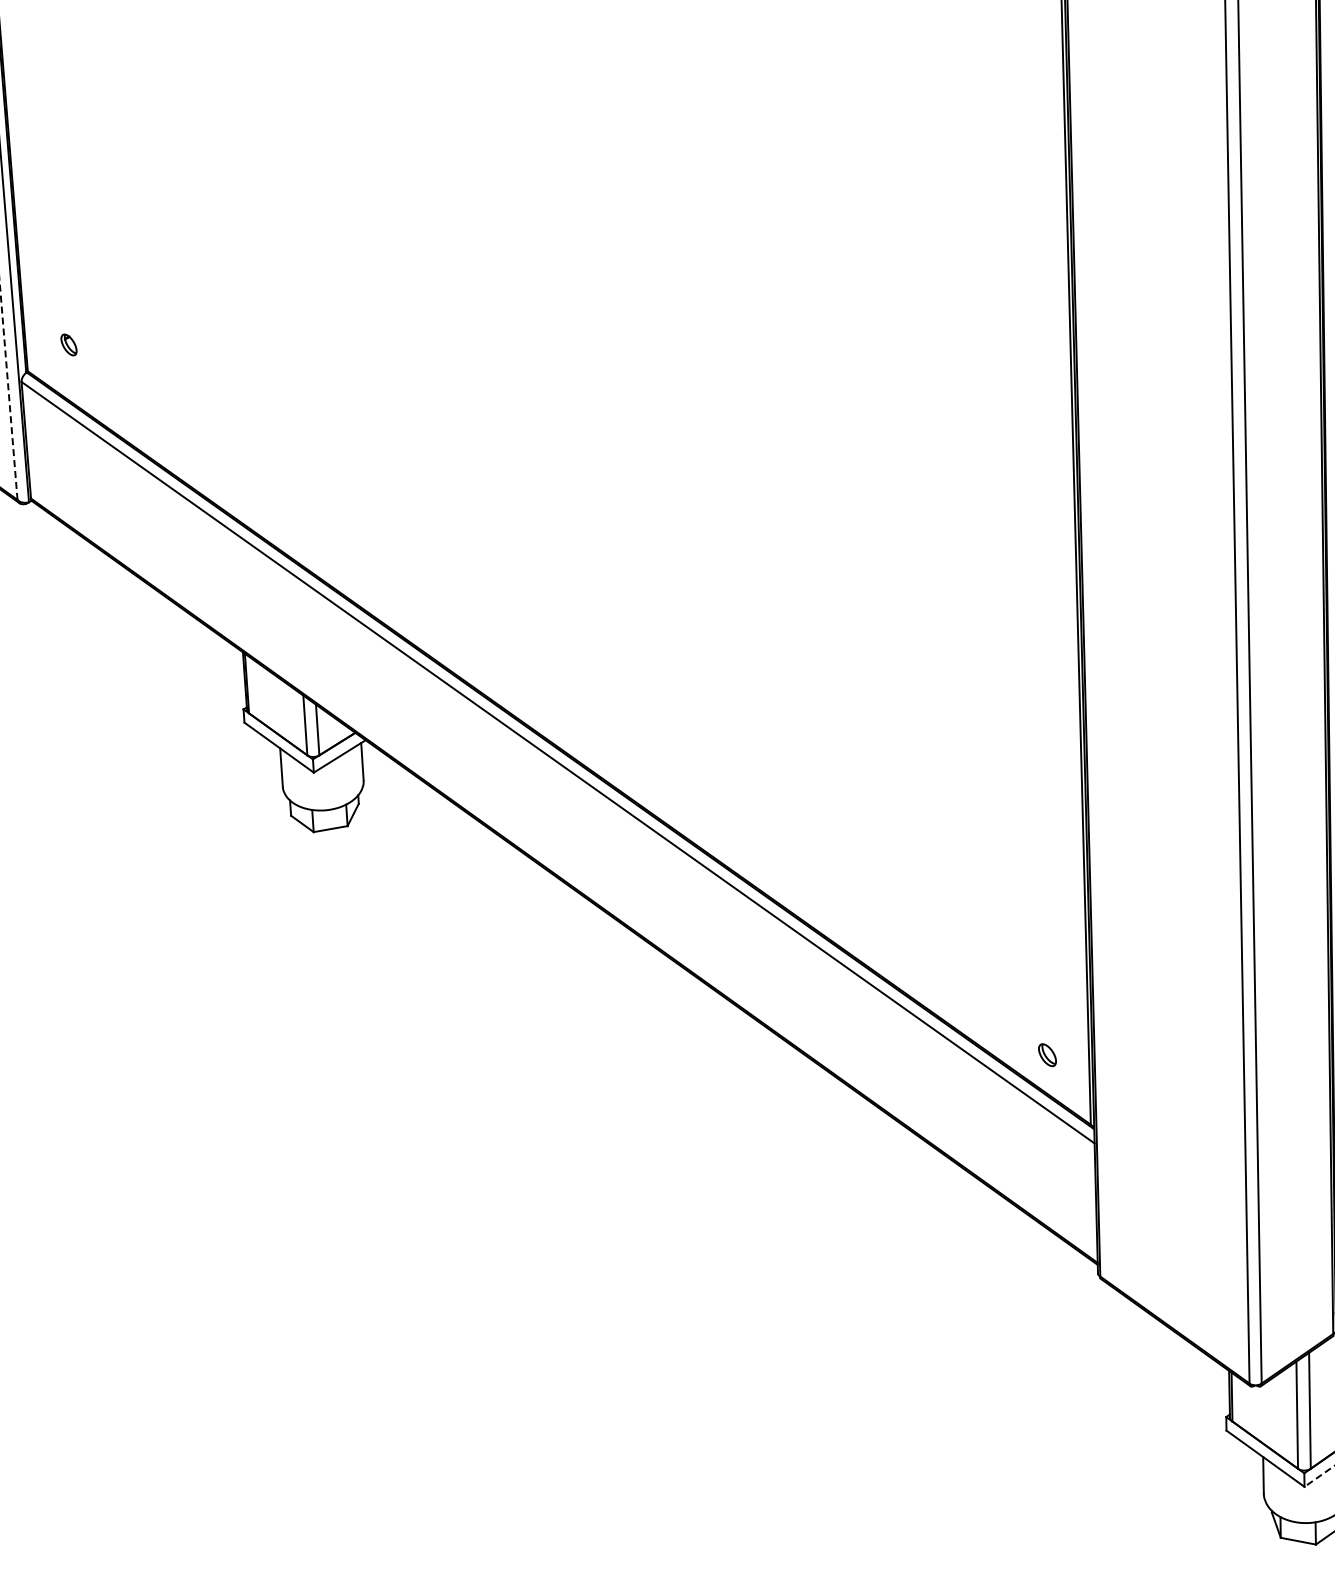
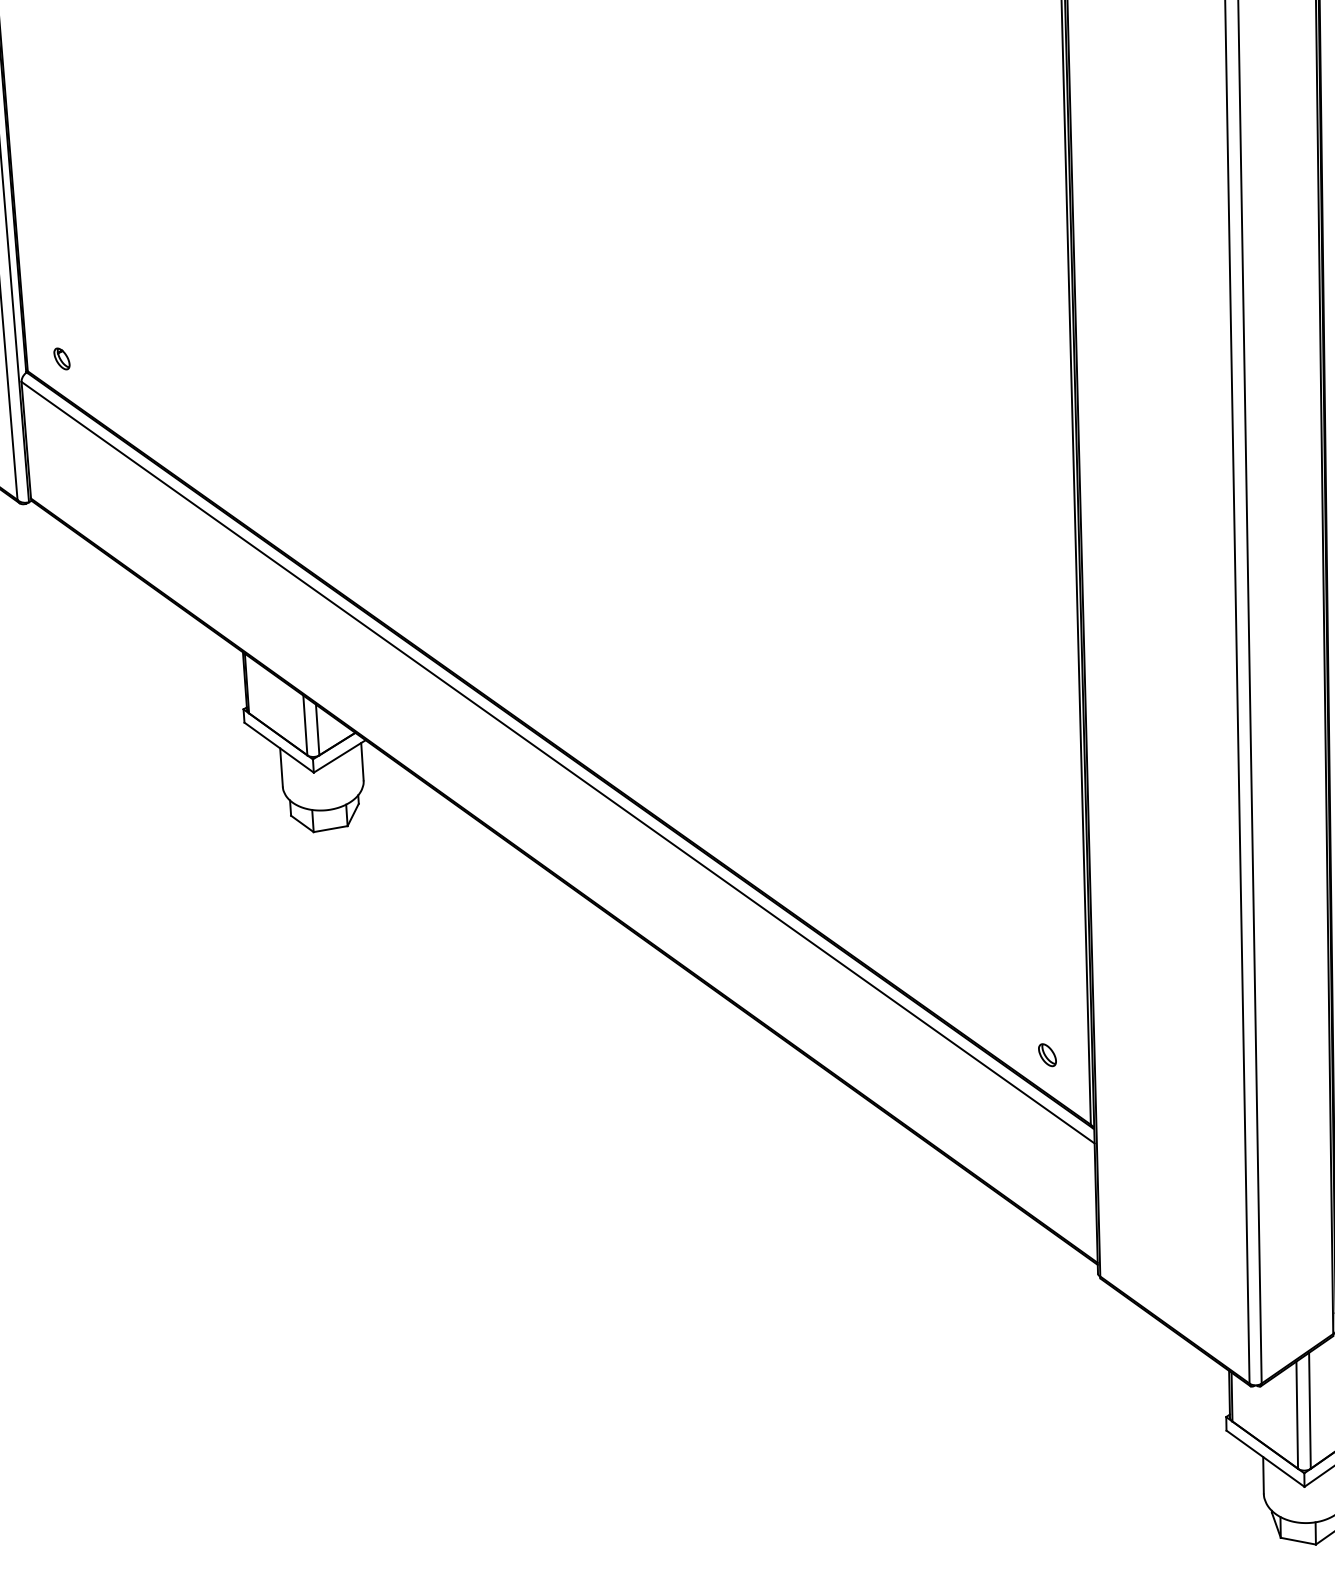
part at (68, 344) position: (68, 344) -> (61, 358)
line at (8, 392): dashed -> solid
line at (1319, 1476): dashed -> solid
